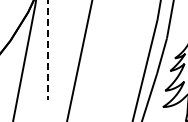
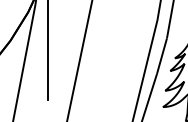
line at (48, 50): dashed -> solid
